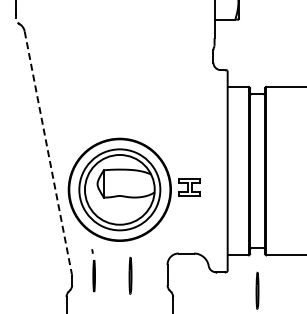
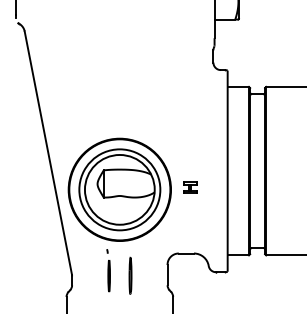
line at (48, 152): dashed -> solid
part at (189, 187) size: 23x19 px -> 15x13 px
line at (93, 270) position: (93, 270) -> (108, 270)
line at (257, 290): present -> none
